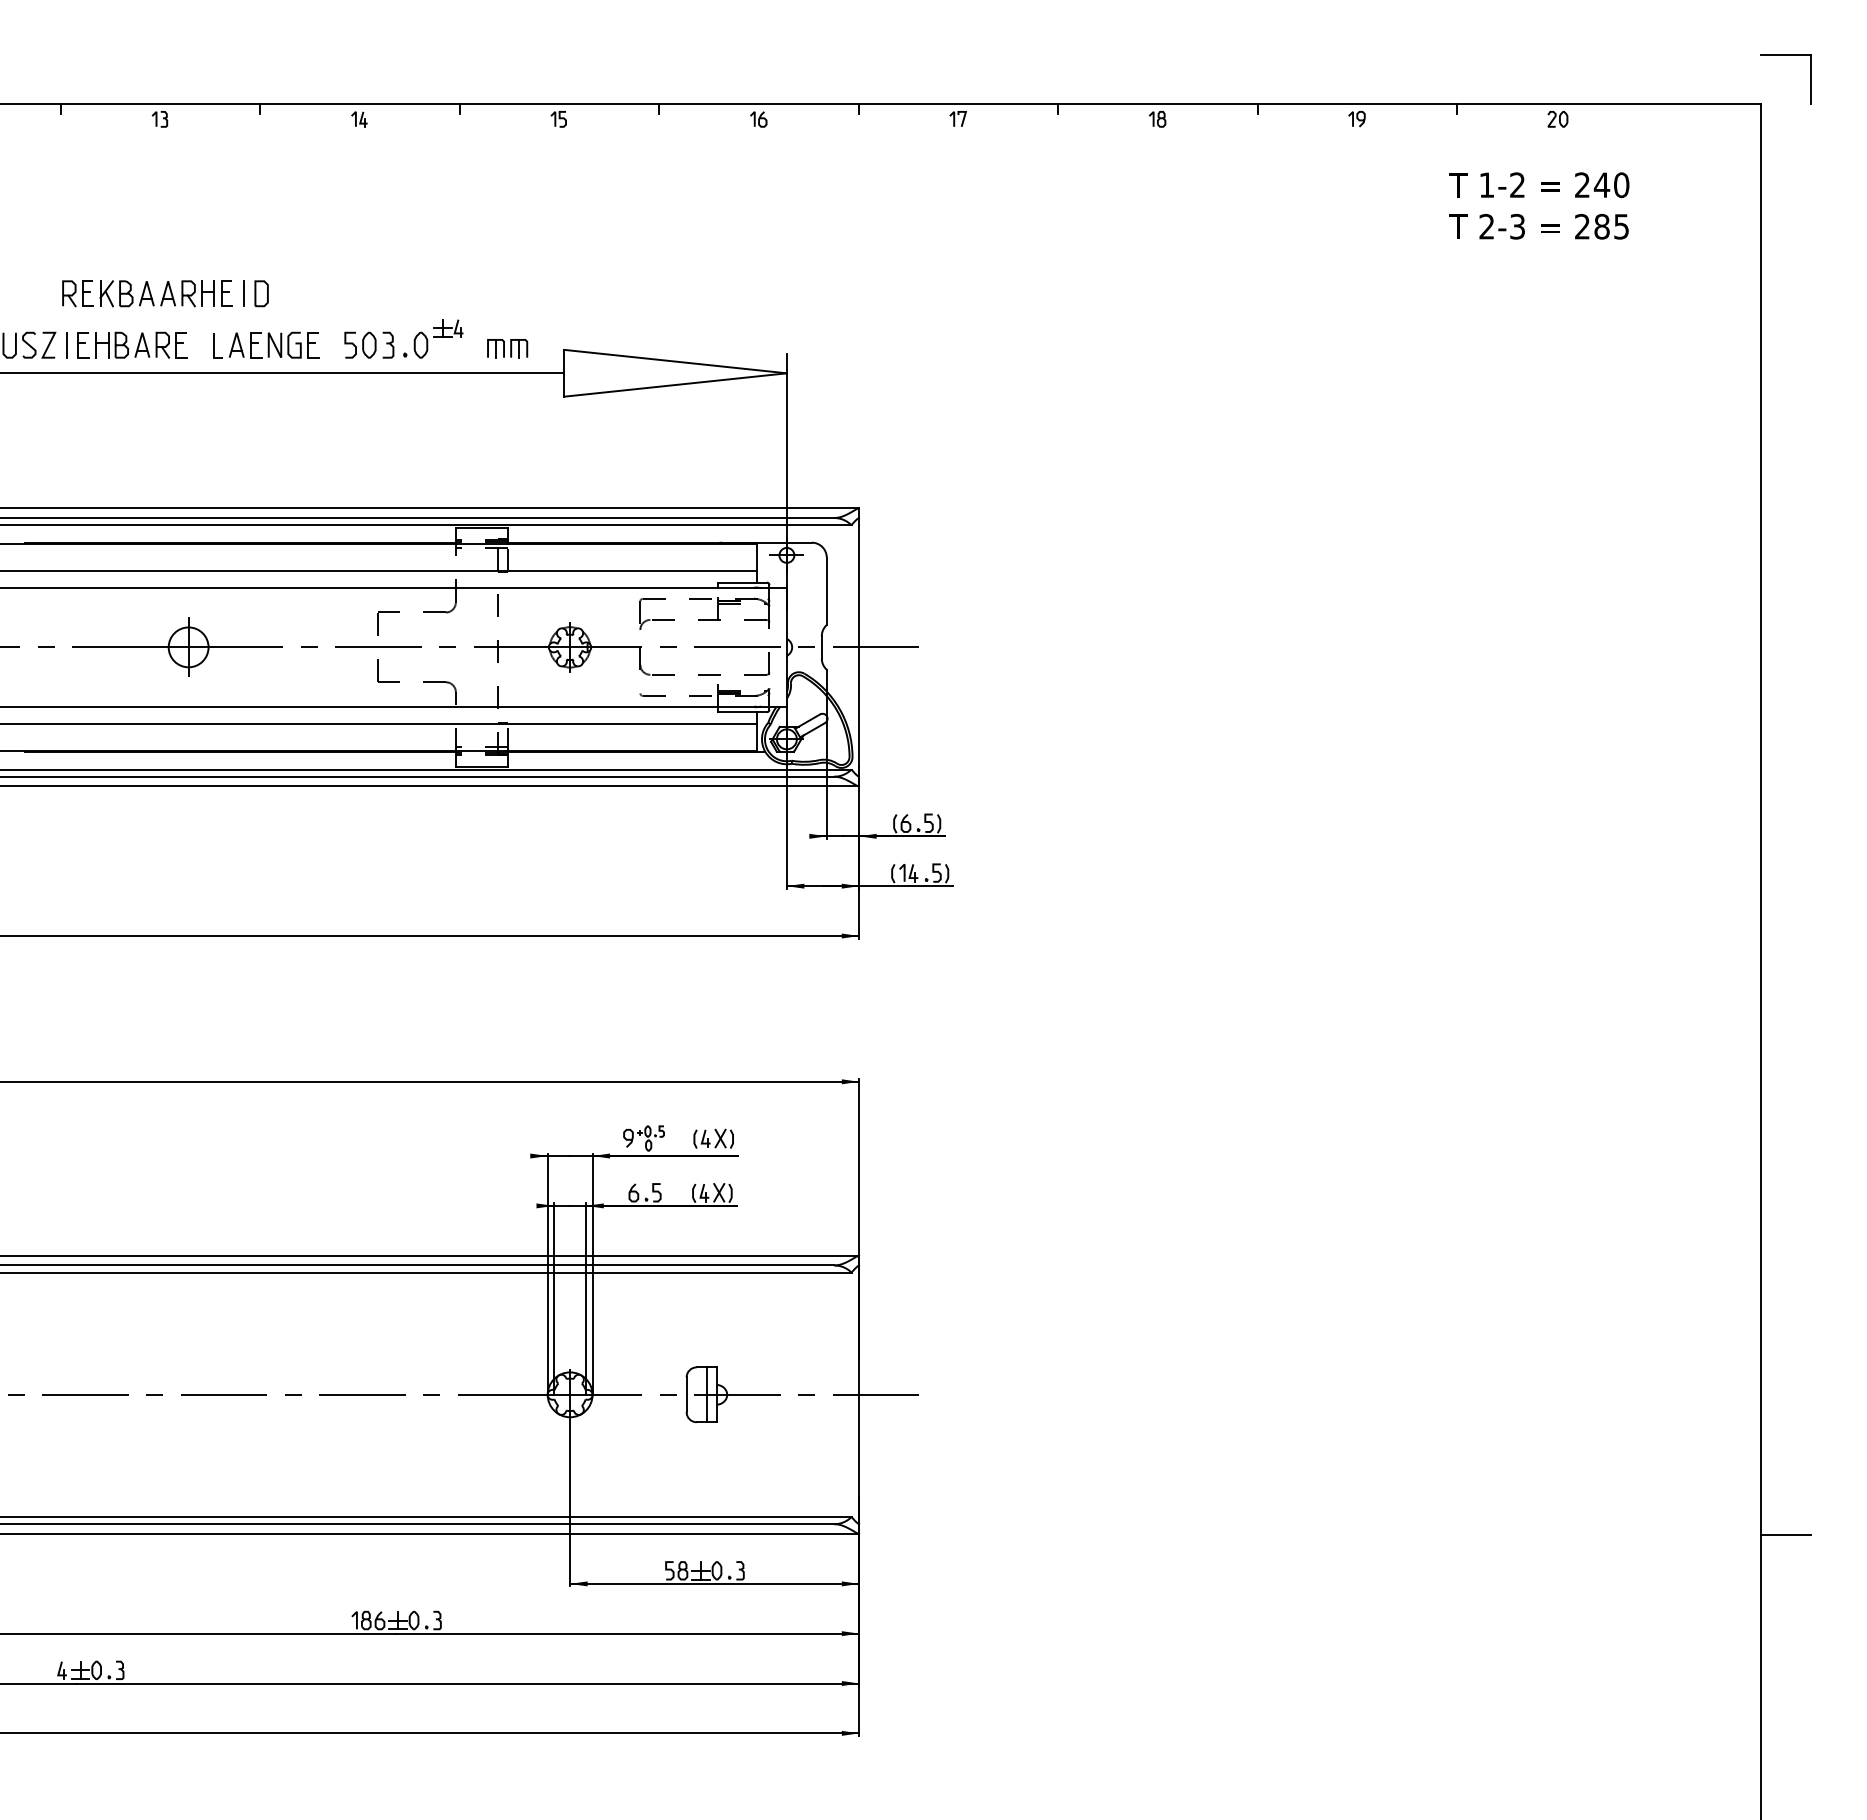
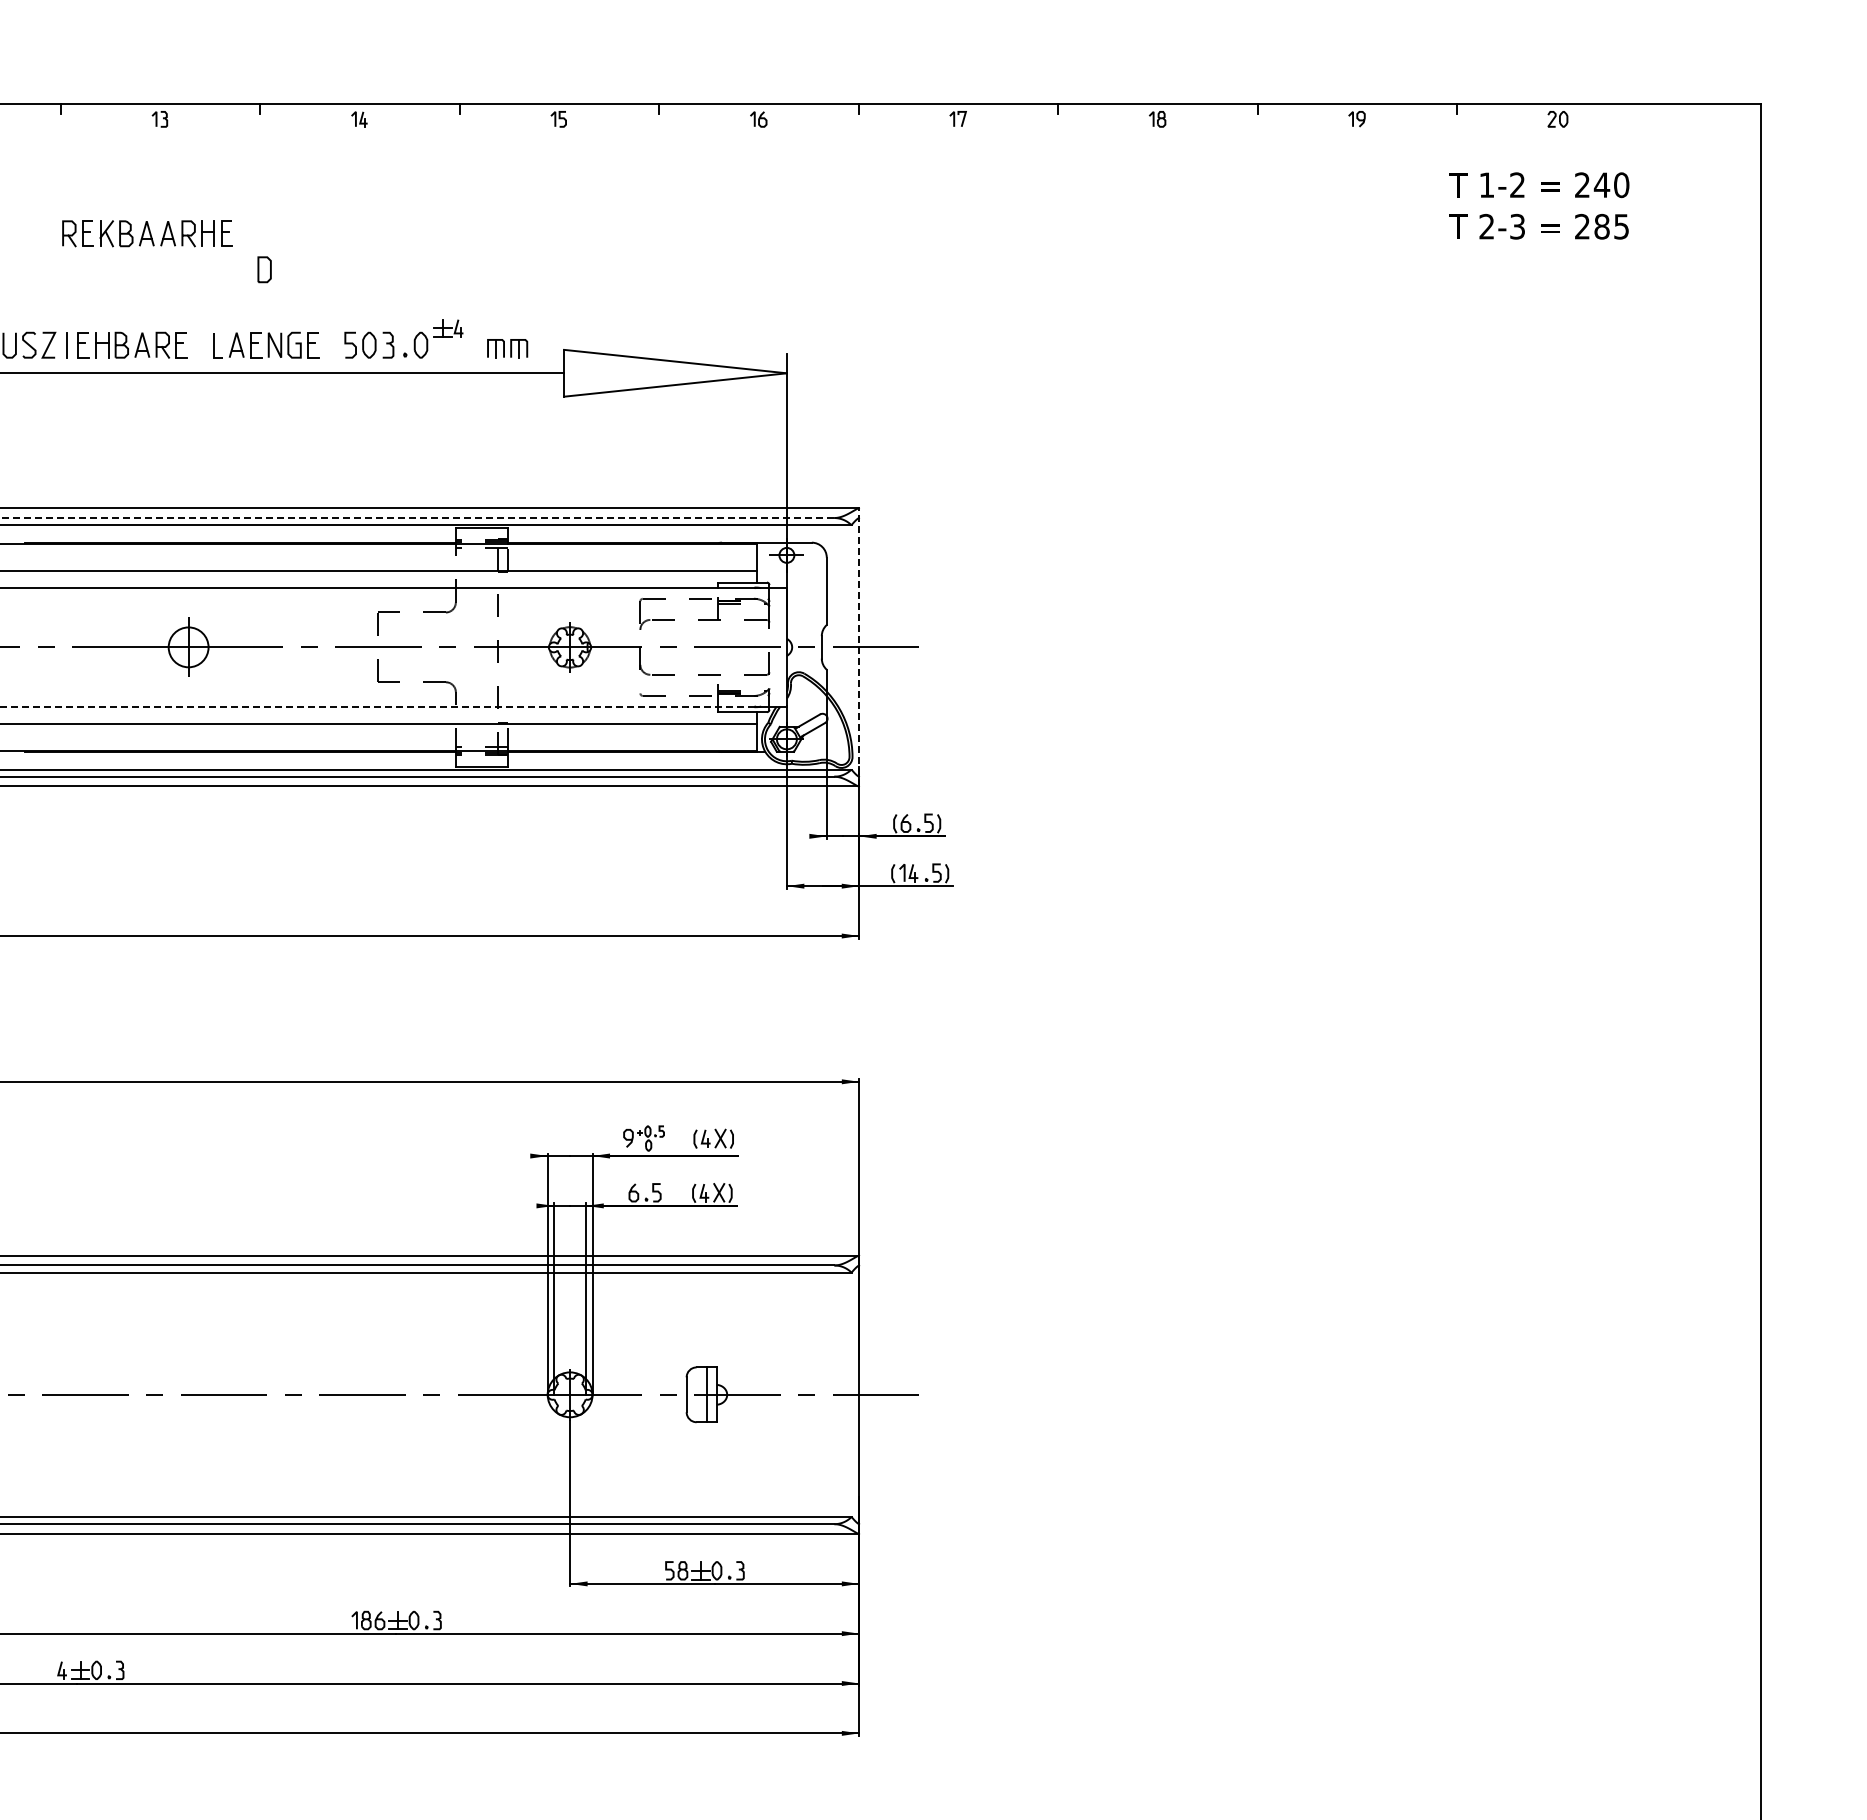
part at (1785, 55): present -> none
part at (147, 293) position: (147, 293) -> (147, 233)
line at (244, 293): present -> none
part at (261, 293) position: (261, 293) -> (264, 269)
line at (417, 518): solid -> dashed
line at (859, 647): solid -> dashed
line at (377, 707): solid -> dashed
line at (1785, 1535): present -> none
